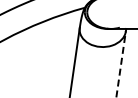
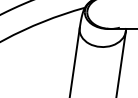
line at (121, 64): dashed -> solid
